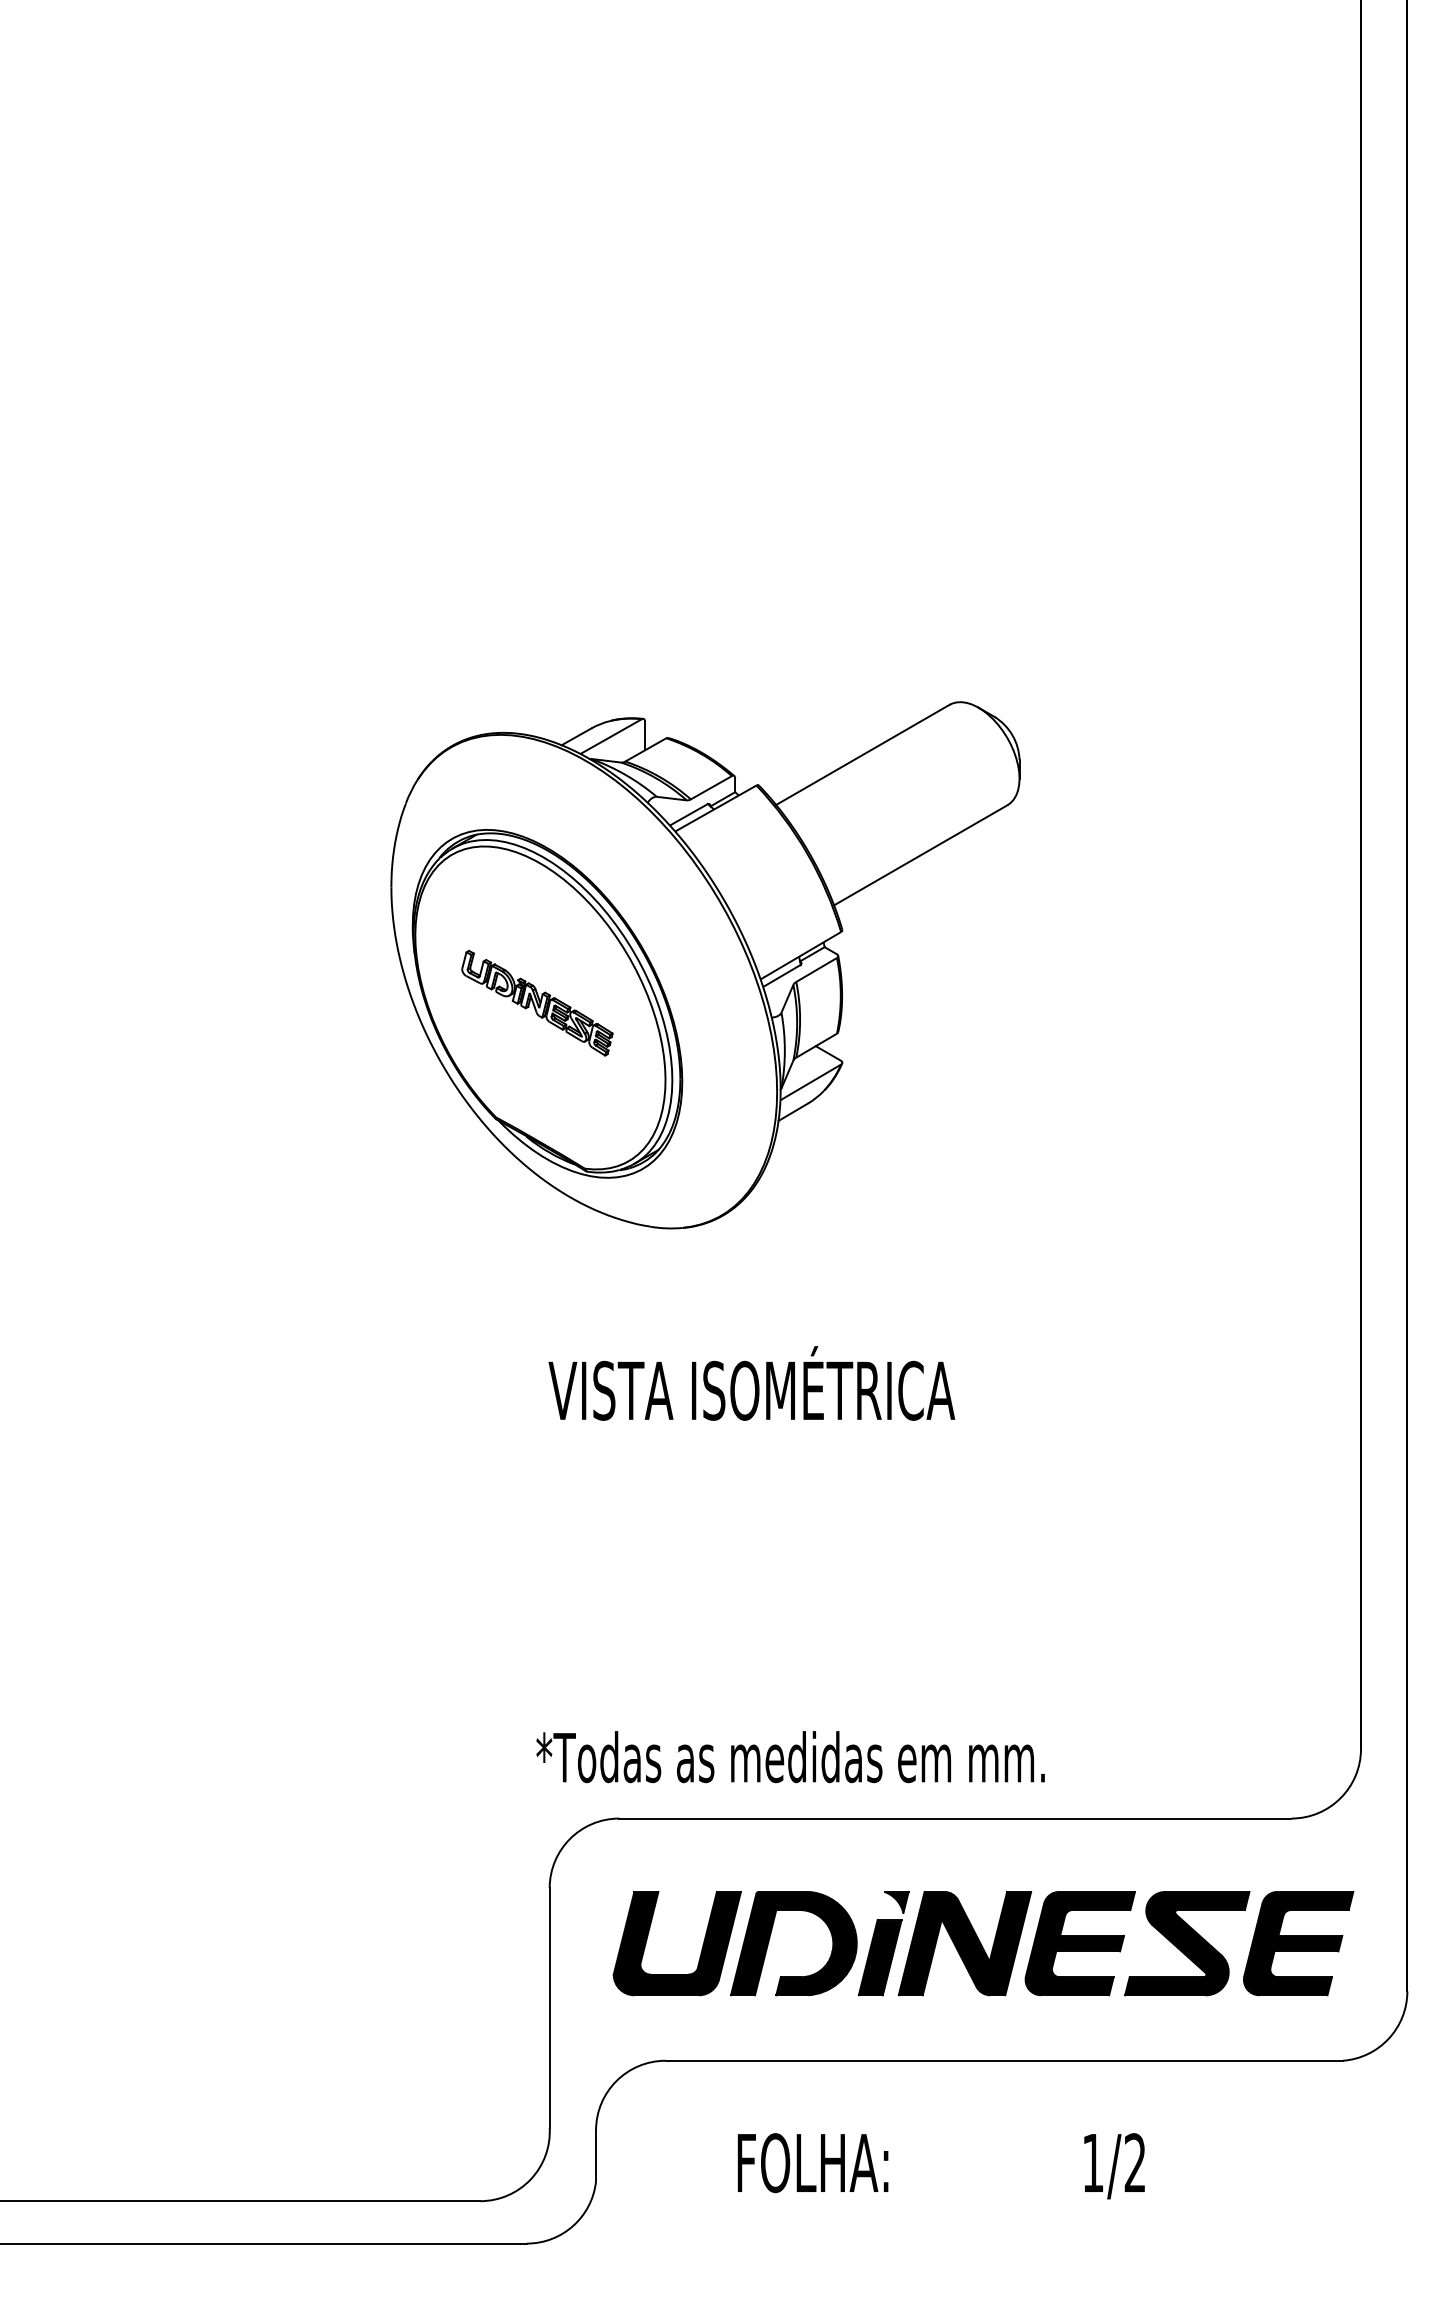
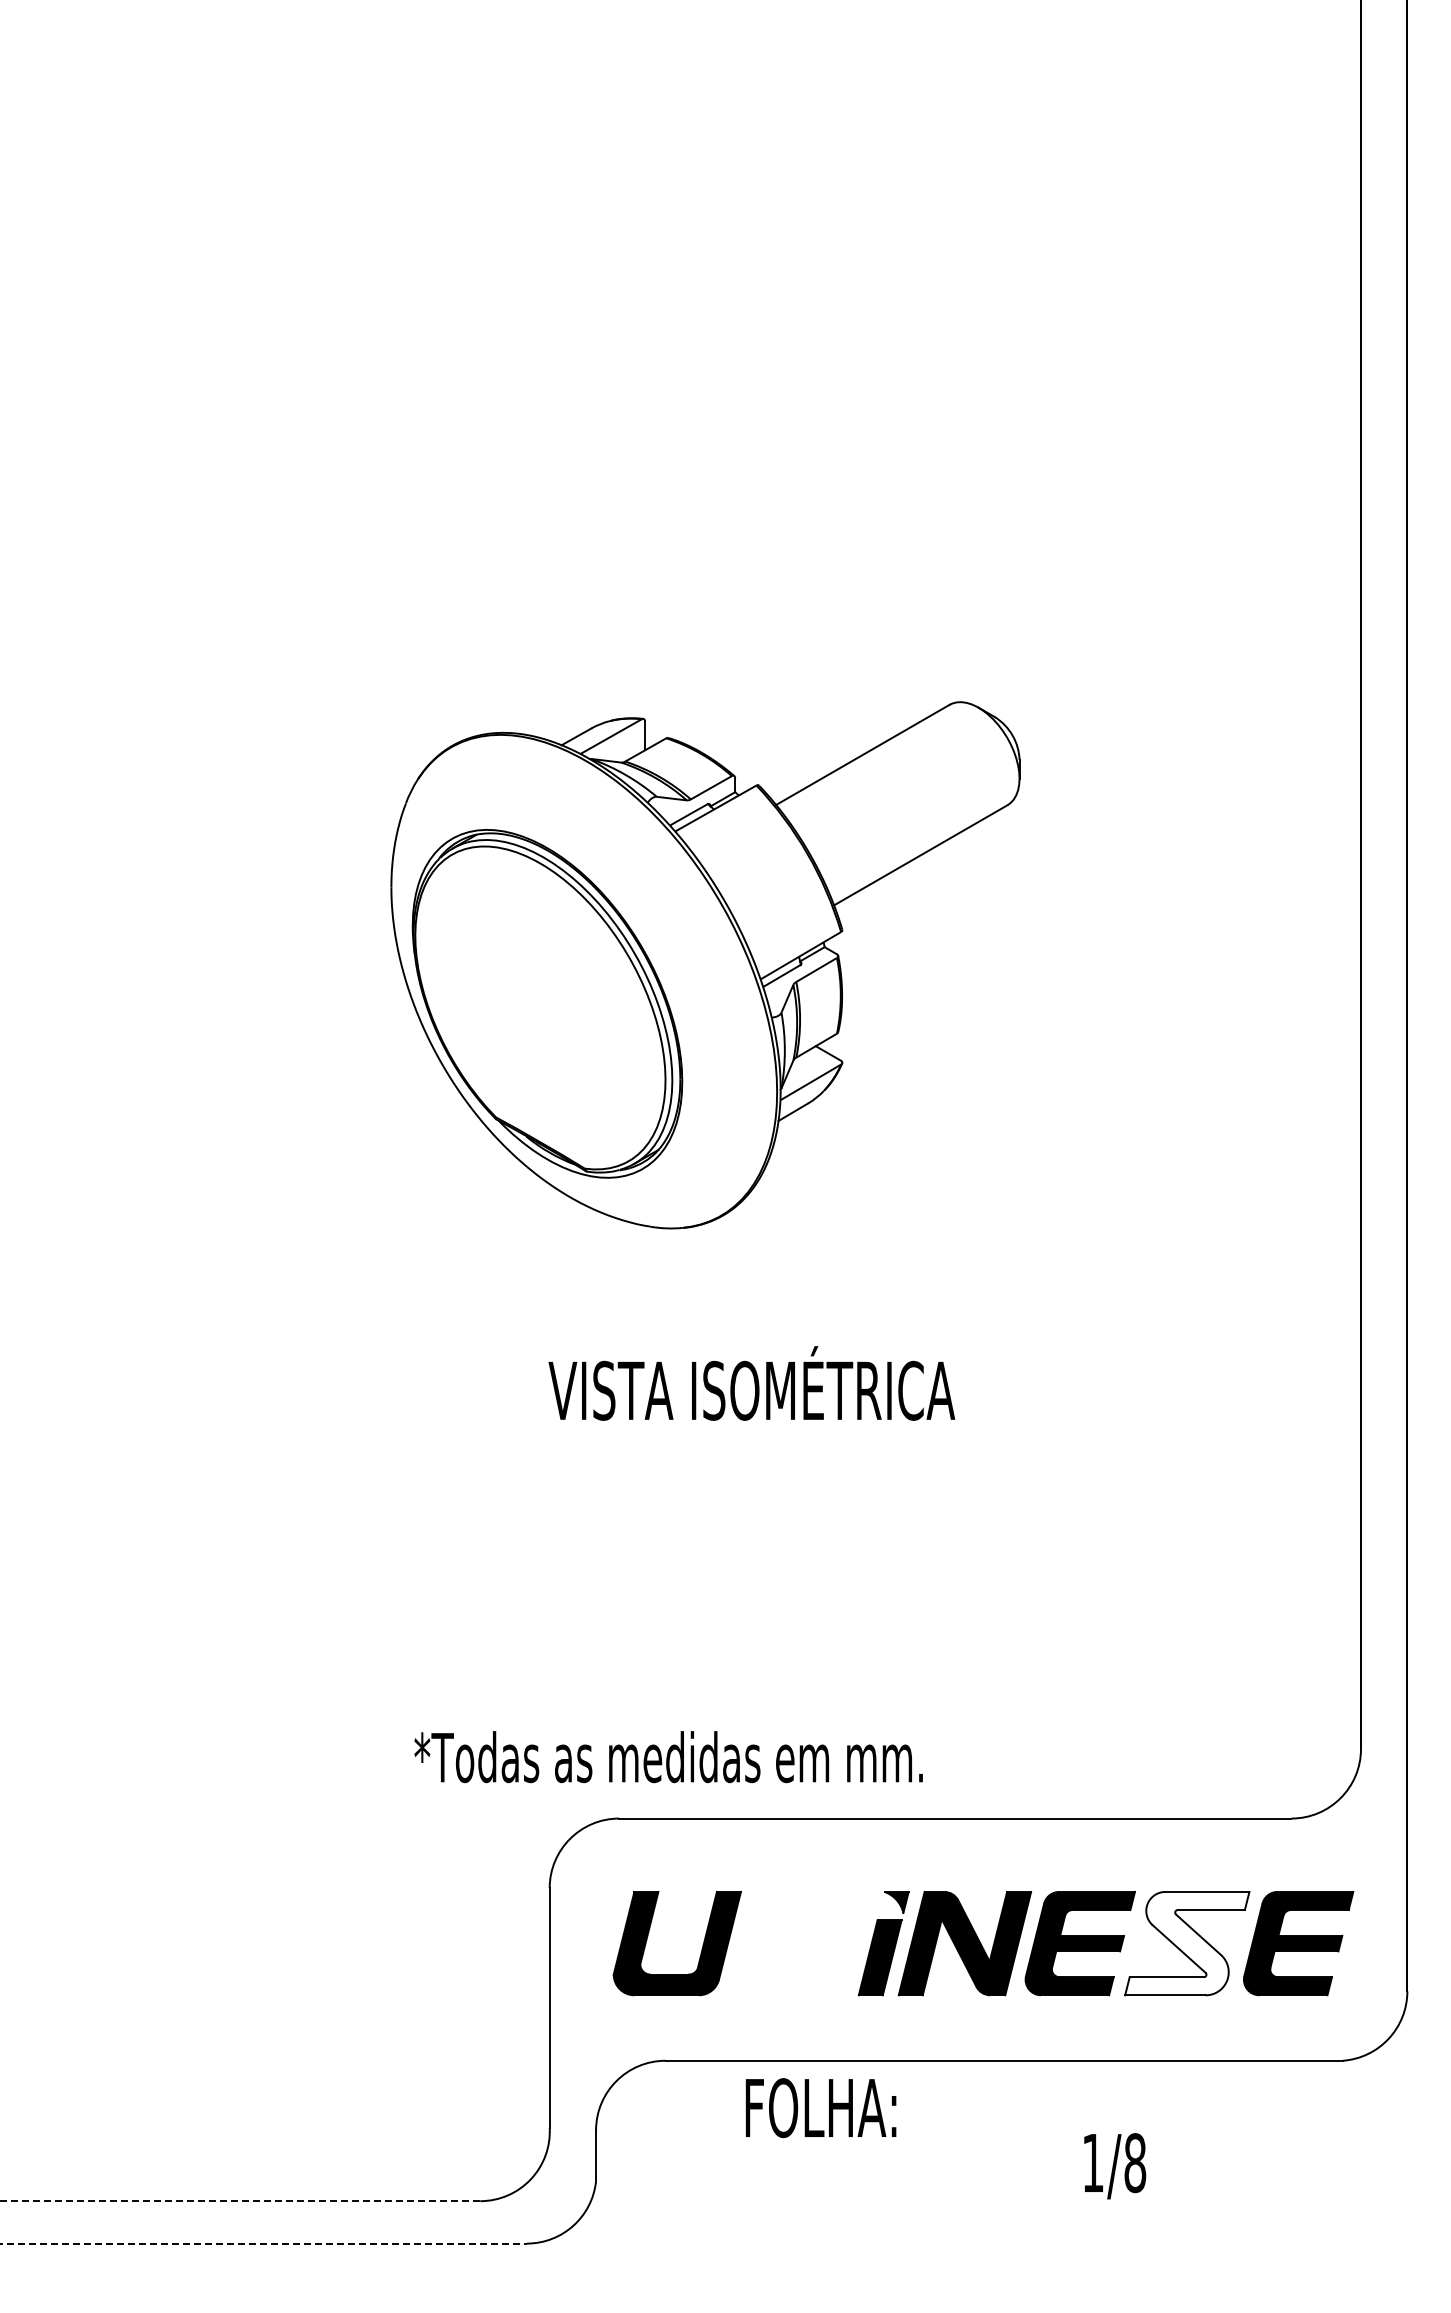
part at (537, 1002): present -> none
text at (790, 1757) position: (790, 1757) -> (668, 1757)
part at (770, 1938): present -> none
fill at (1187, 1943): present -> none
text at (812, 2163) position: (812, 2163) -> (820, 2108)
text at (1135, 2163): 1/2 -> 1/8
line at (240, 2201): solid -> dashed
line at (263, 2243): solid -> dashed
